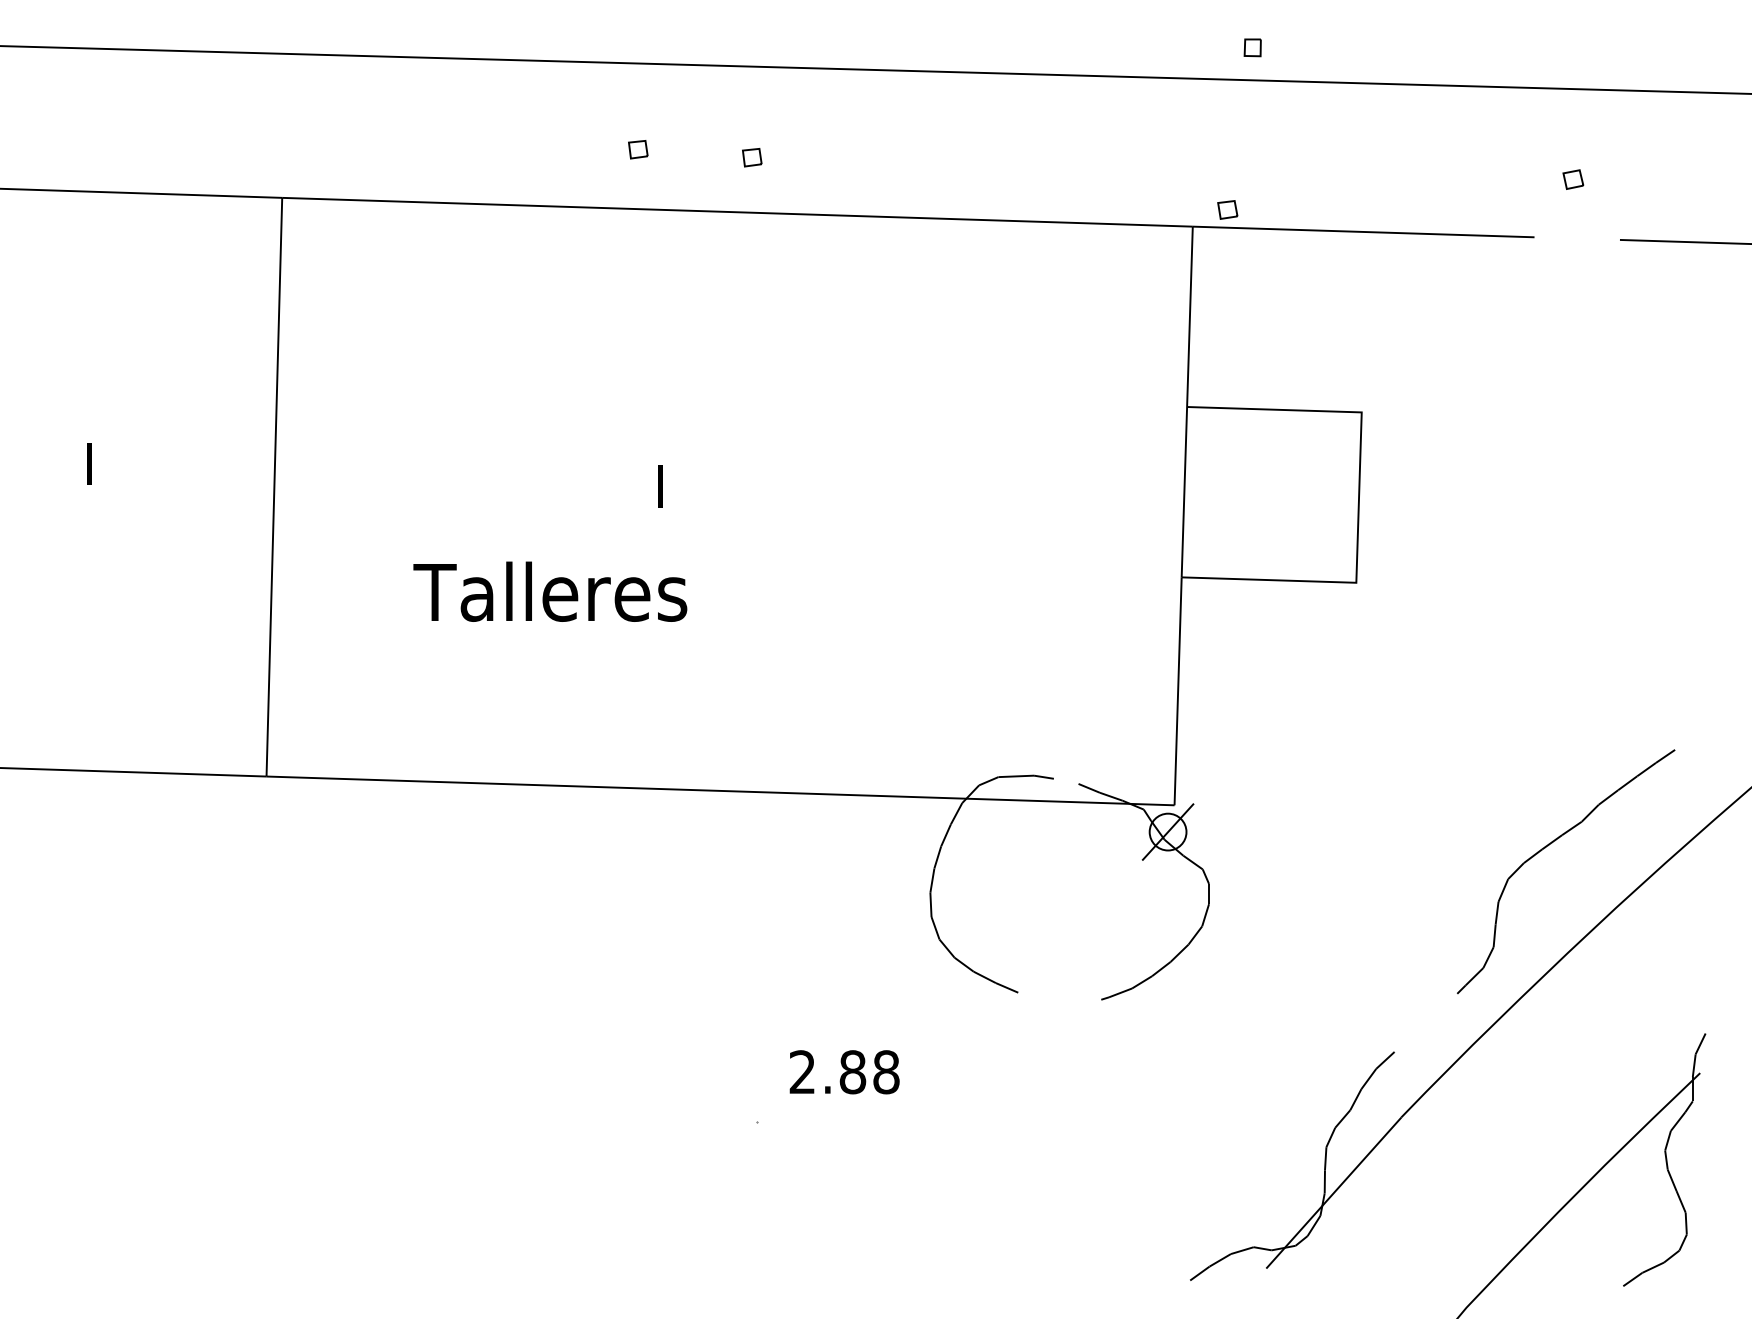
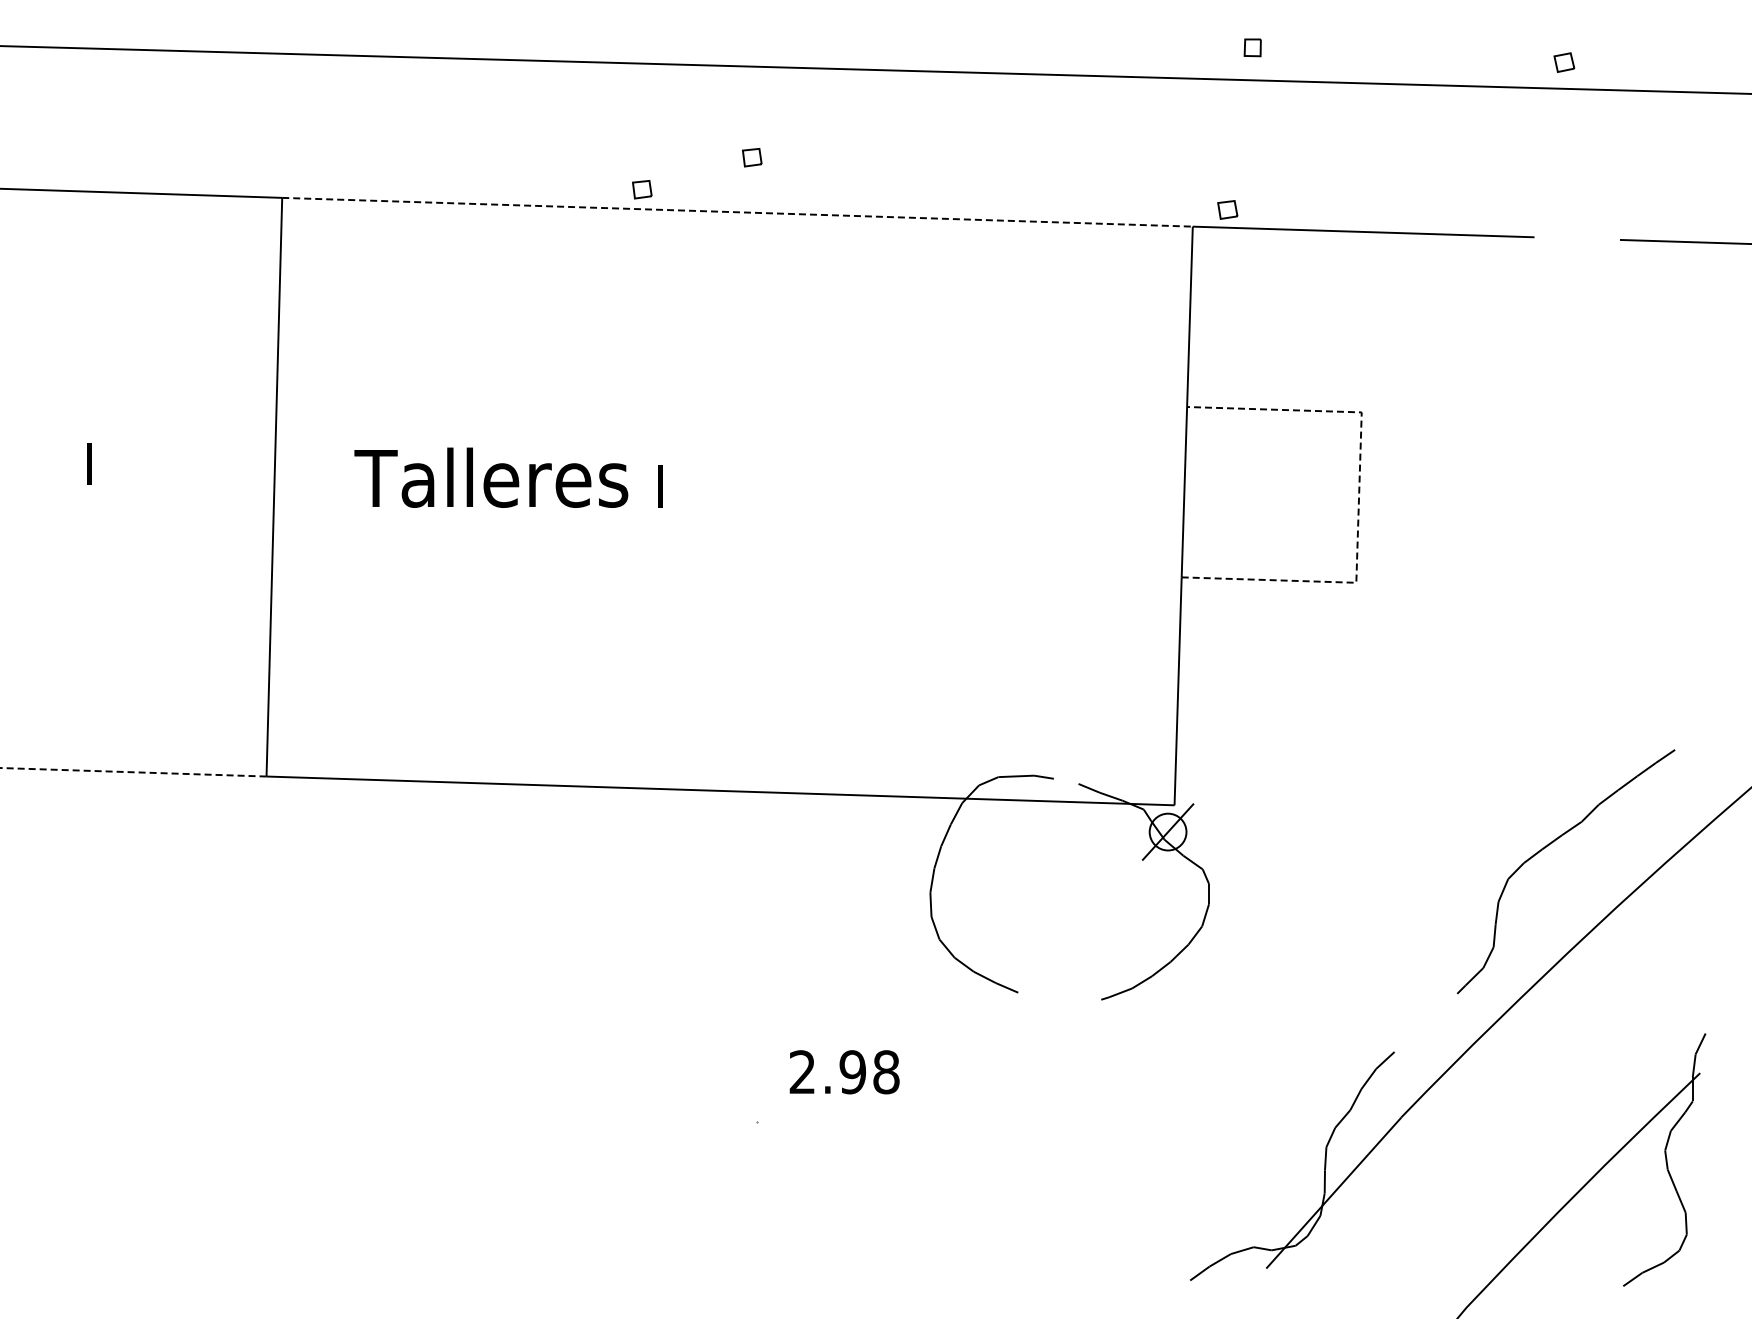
part at (638, 149) position: (638, 149) -> (642, 189)
part at (1573, 179) position: (1573, 179) -> (1564, 62)
line at (737, 212): solid -> dashed
line at (1359, 497): solid -> dashed
text at (550, 591) position: (550, 591) -> (491, 477)
line at (133, 772): solid -> dashed
text at (852, 1072): 2.88 -> 2.98
